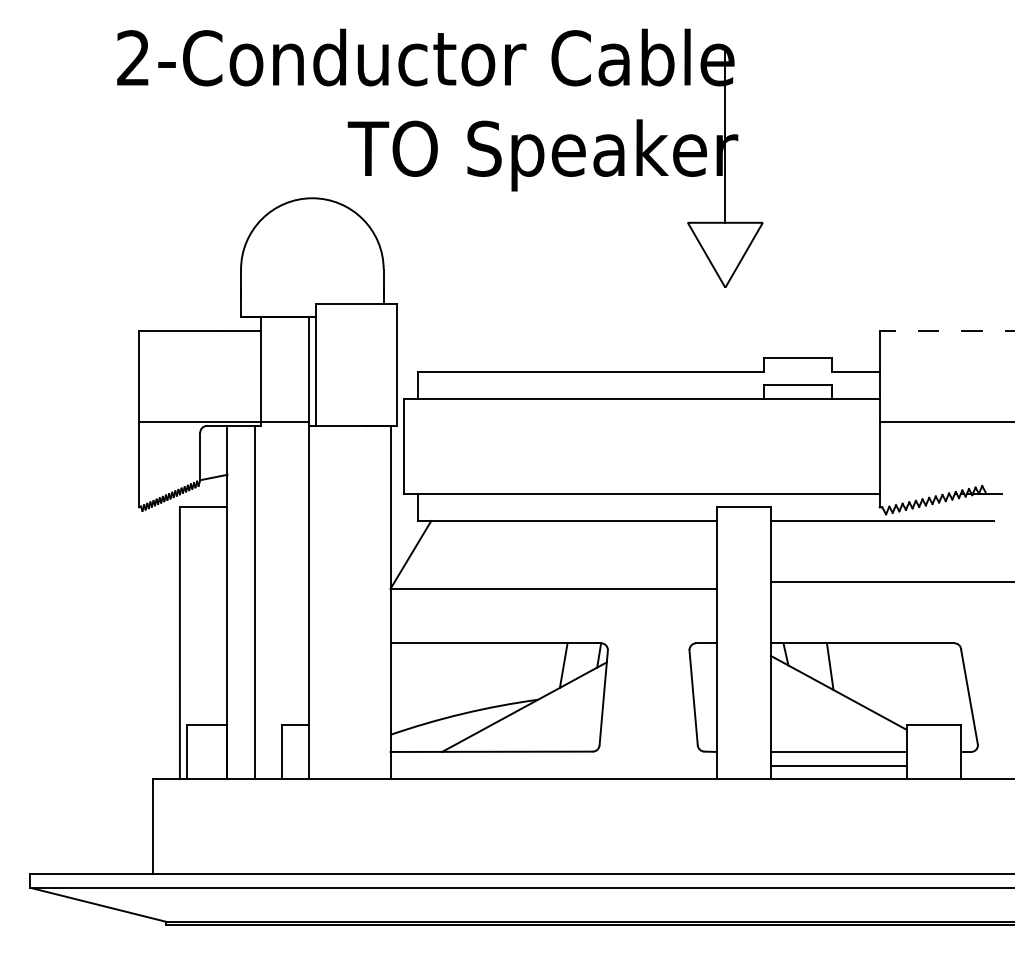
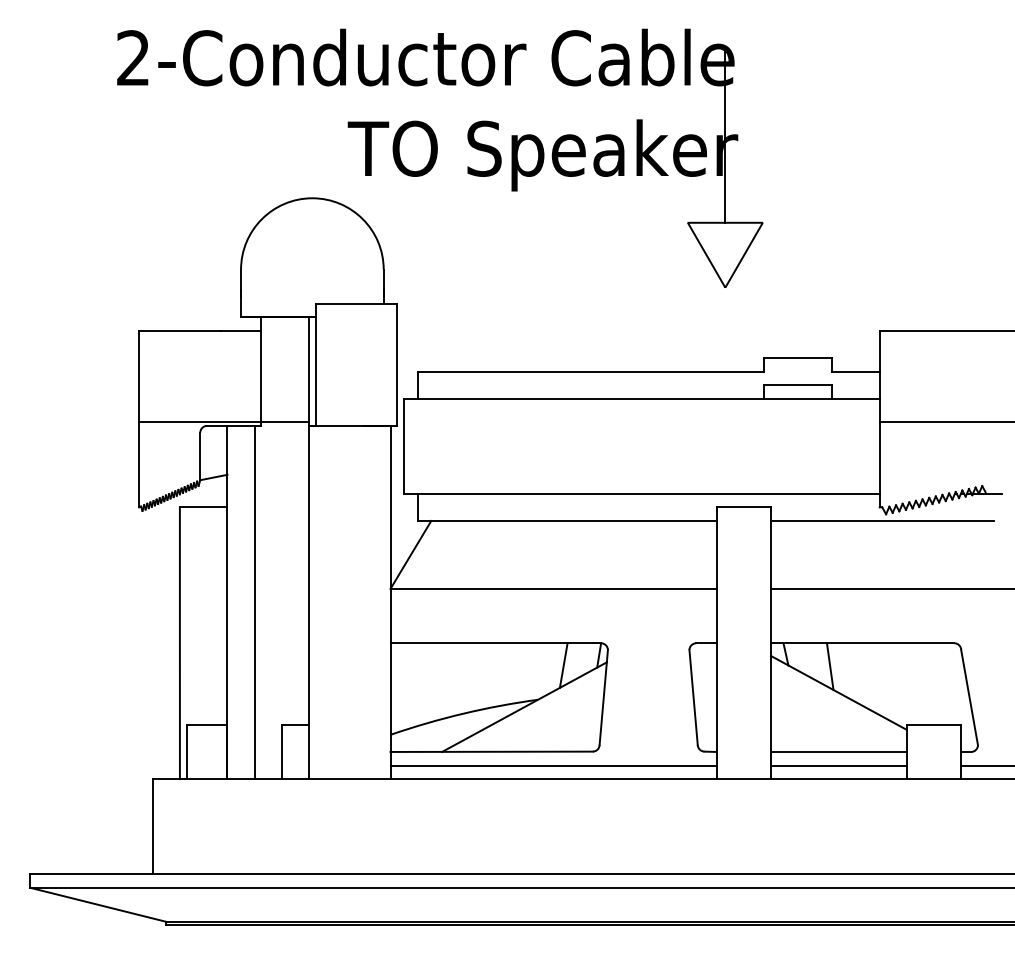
line at (946, 330): dashed -> solid
line at (890, 581) position: (890, 581) -> (890, 588)
line at (553, 765): none -> present
line at (986, 765): none -> present
